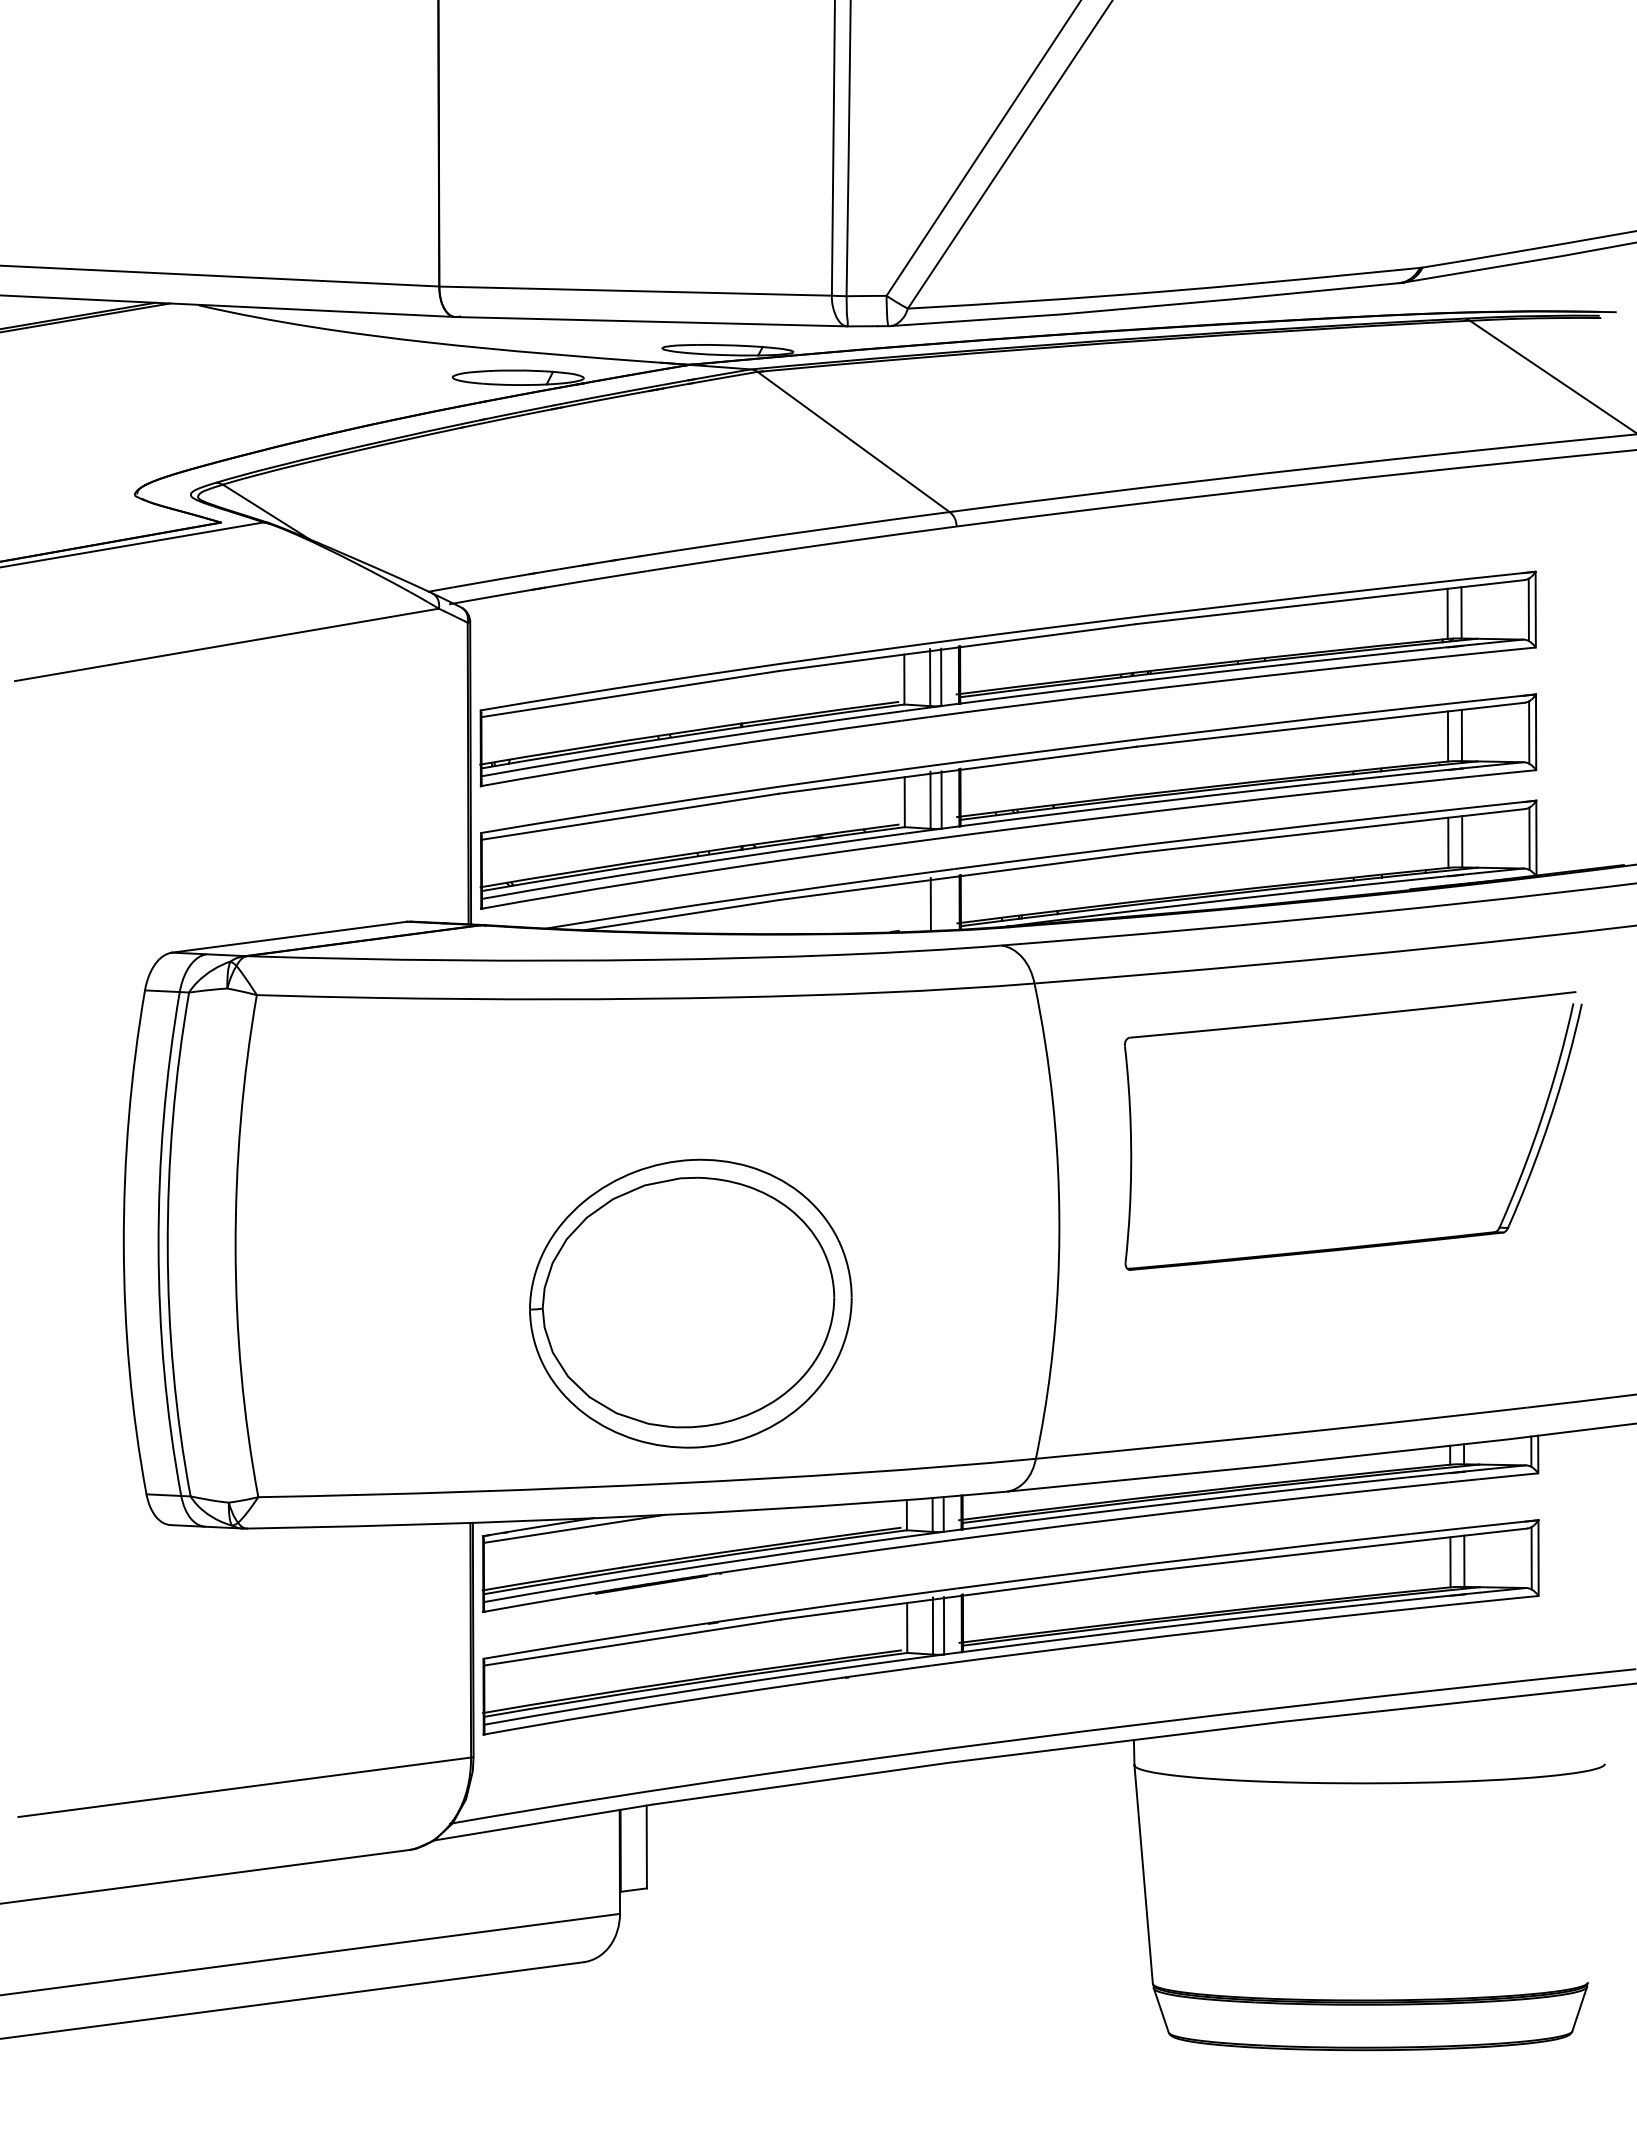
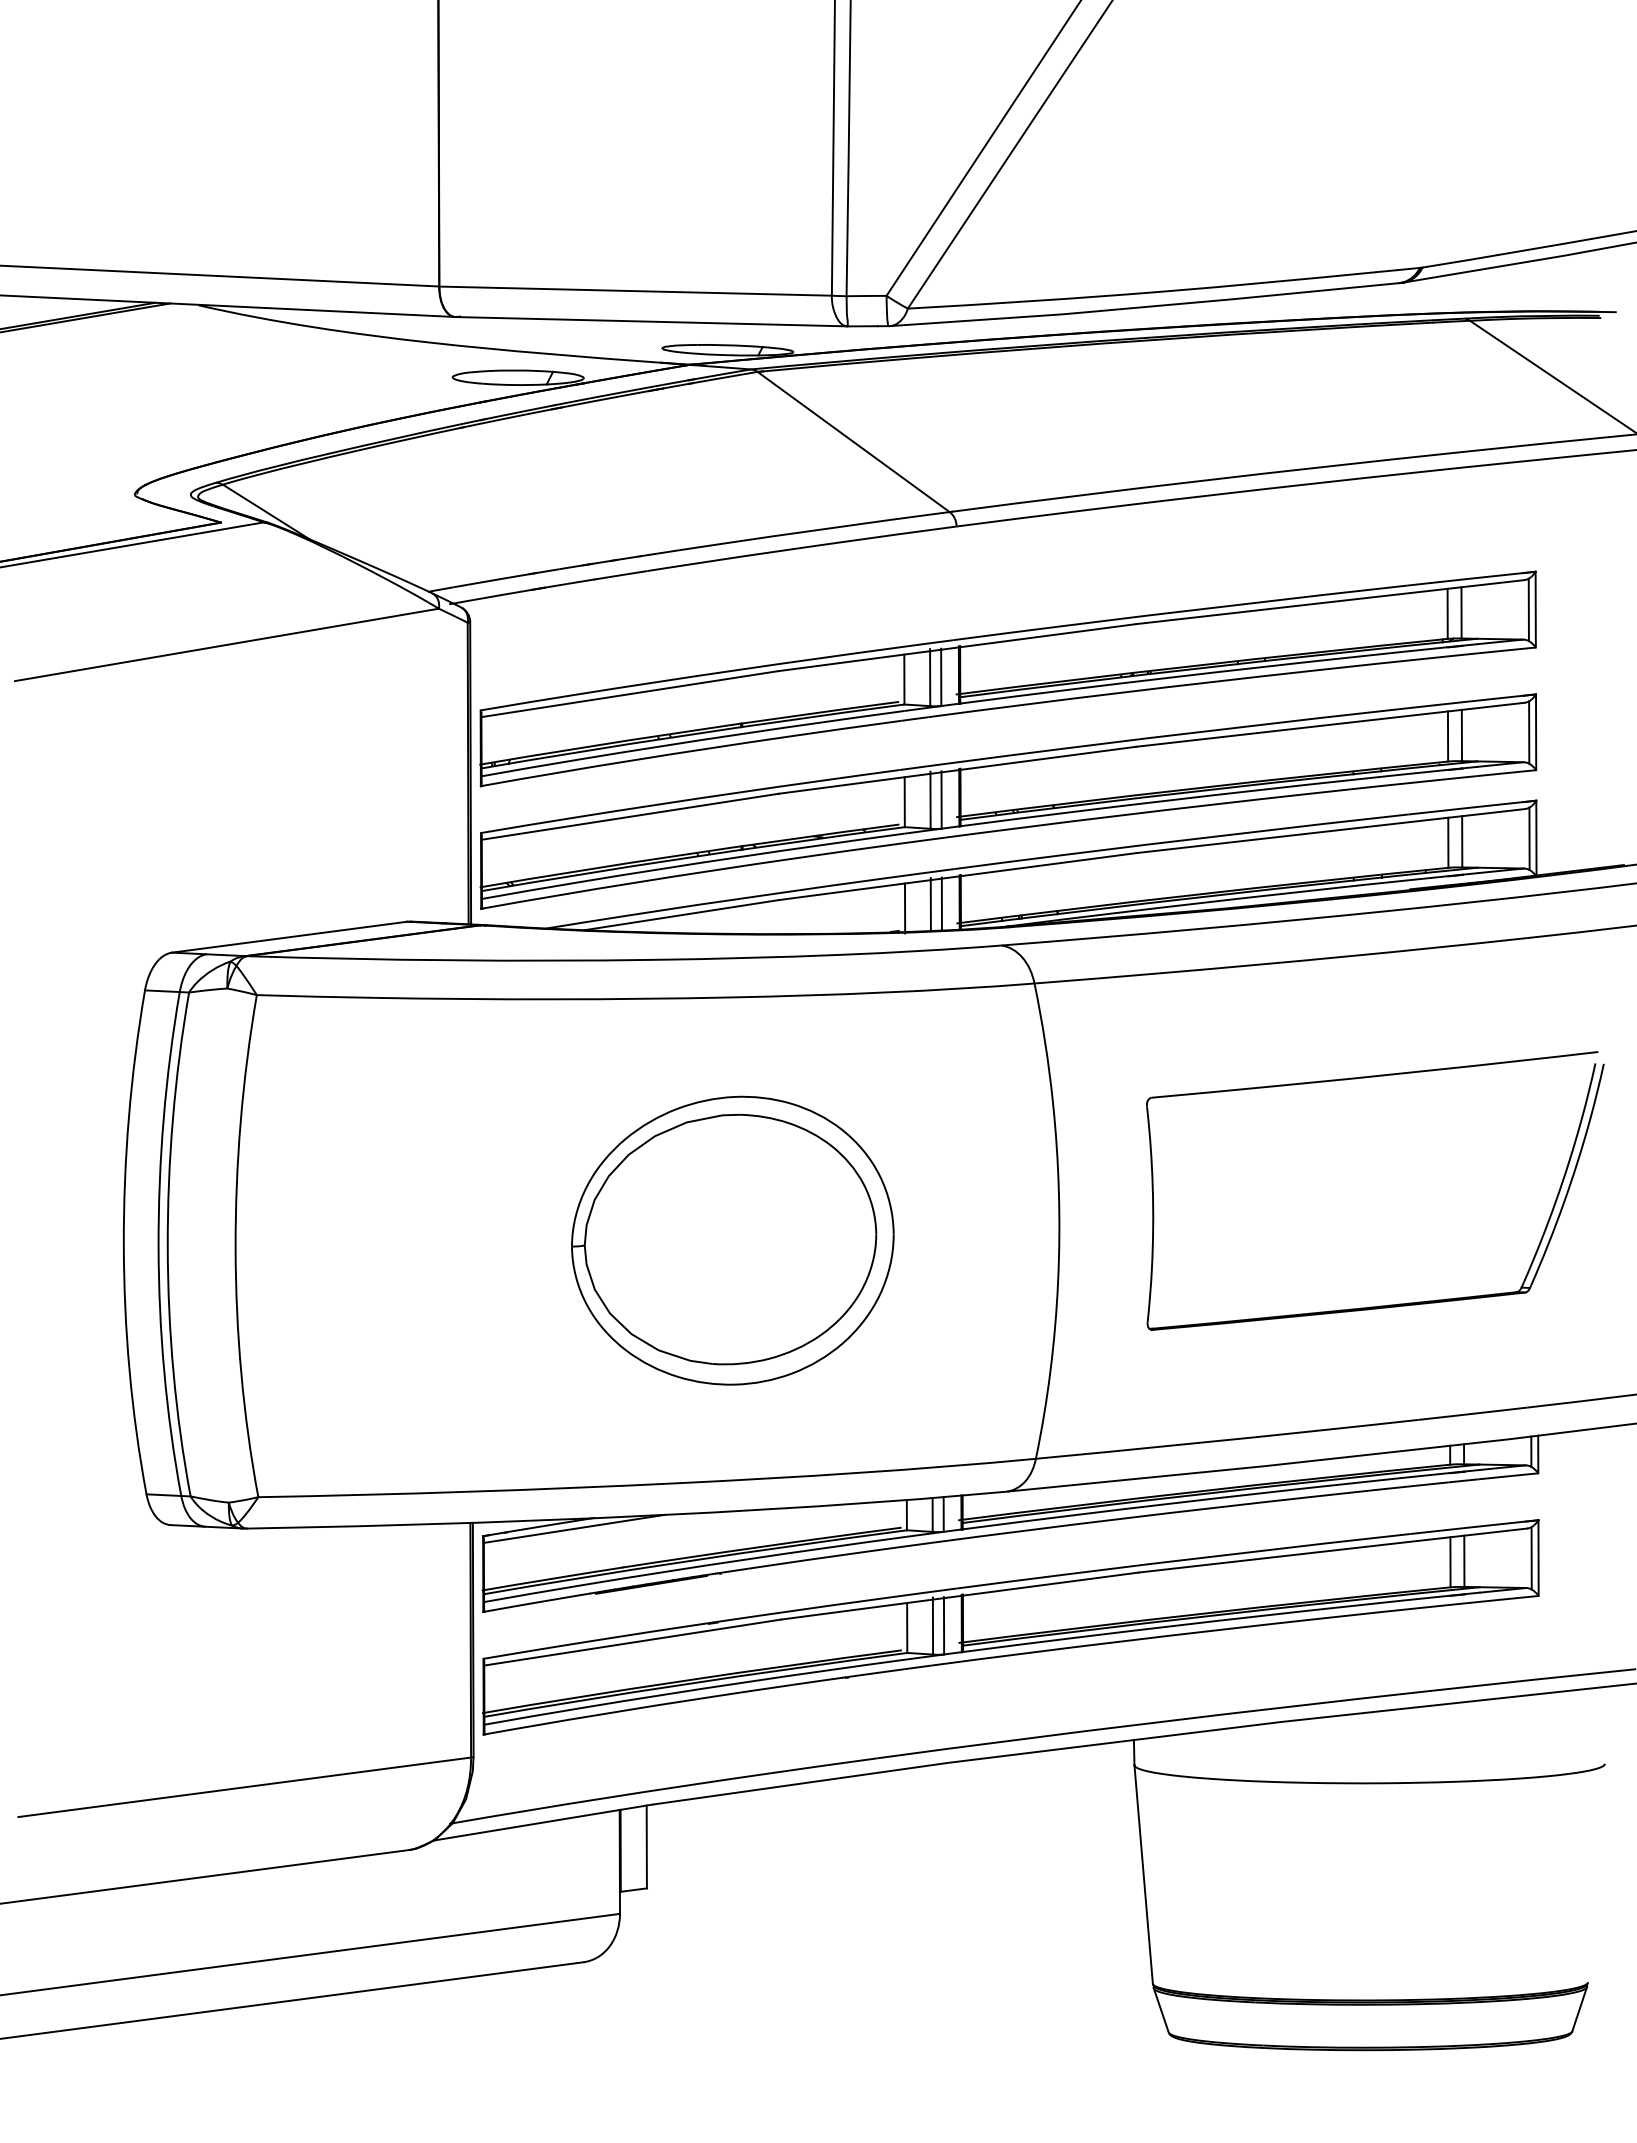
line at (941, 903): none -> present
line at (905, 908): none -> present
part at (1343, 1018) position: (1343, 1018) -> (1365, 1078)
part at (690, 1303) position: (690, 1303) -> (732, 1240)
